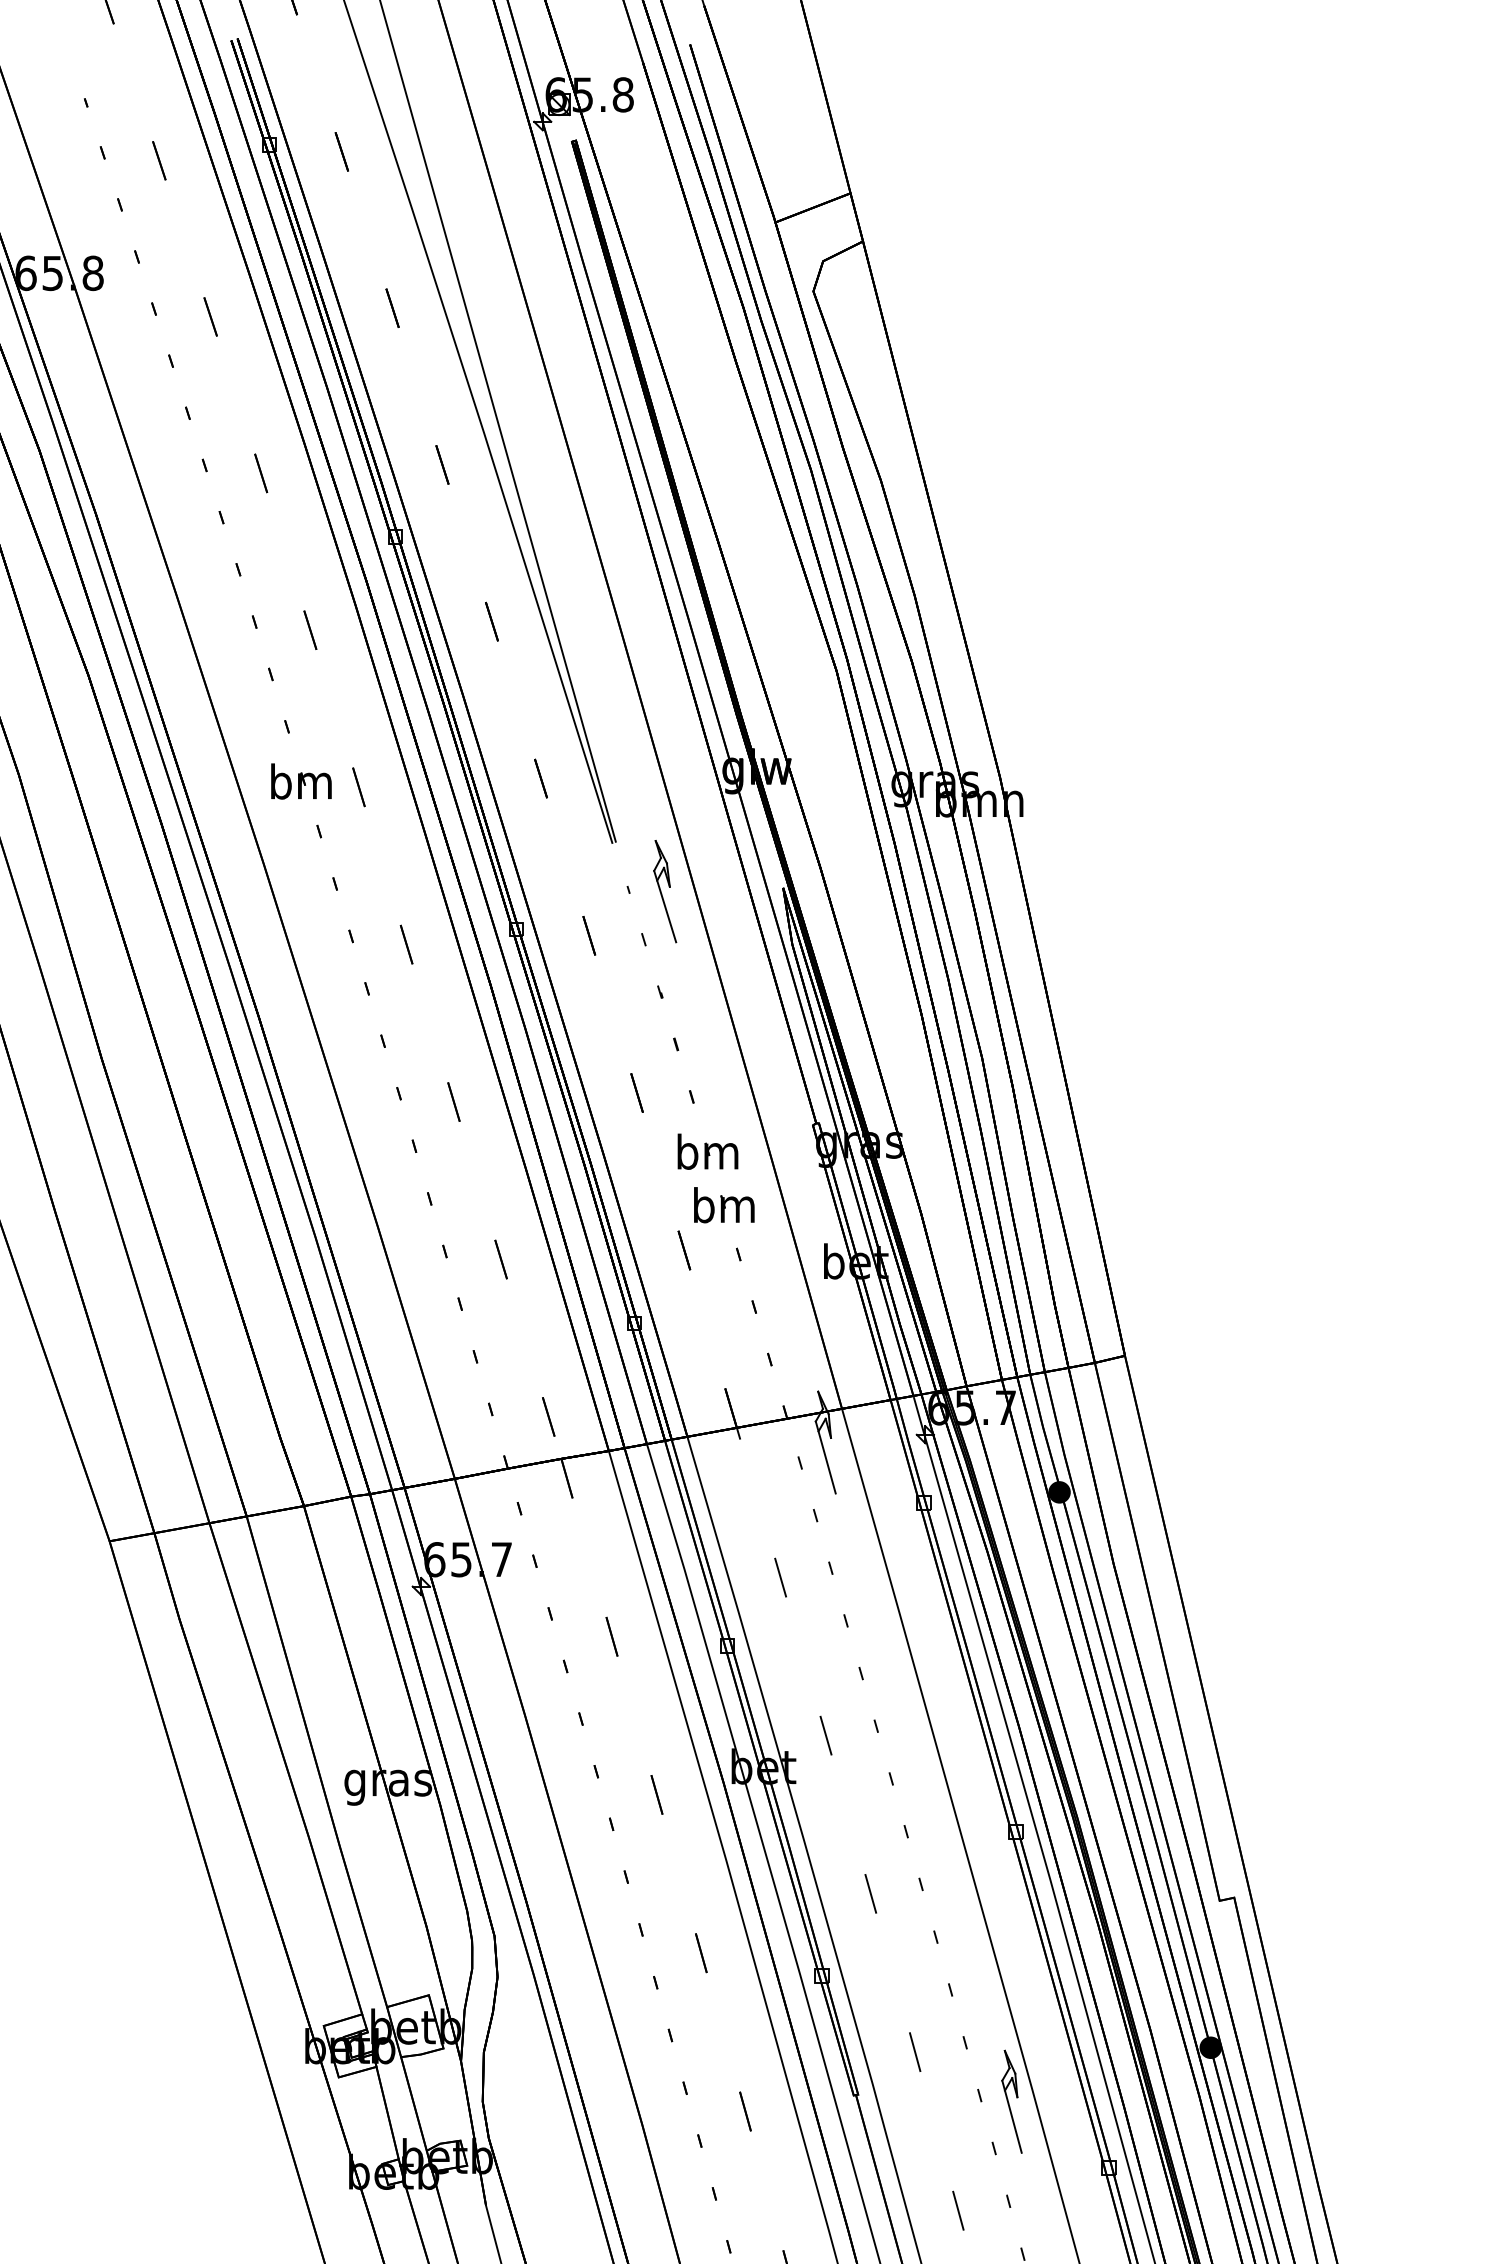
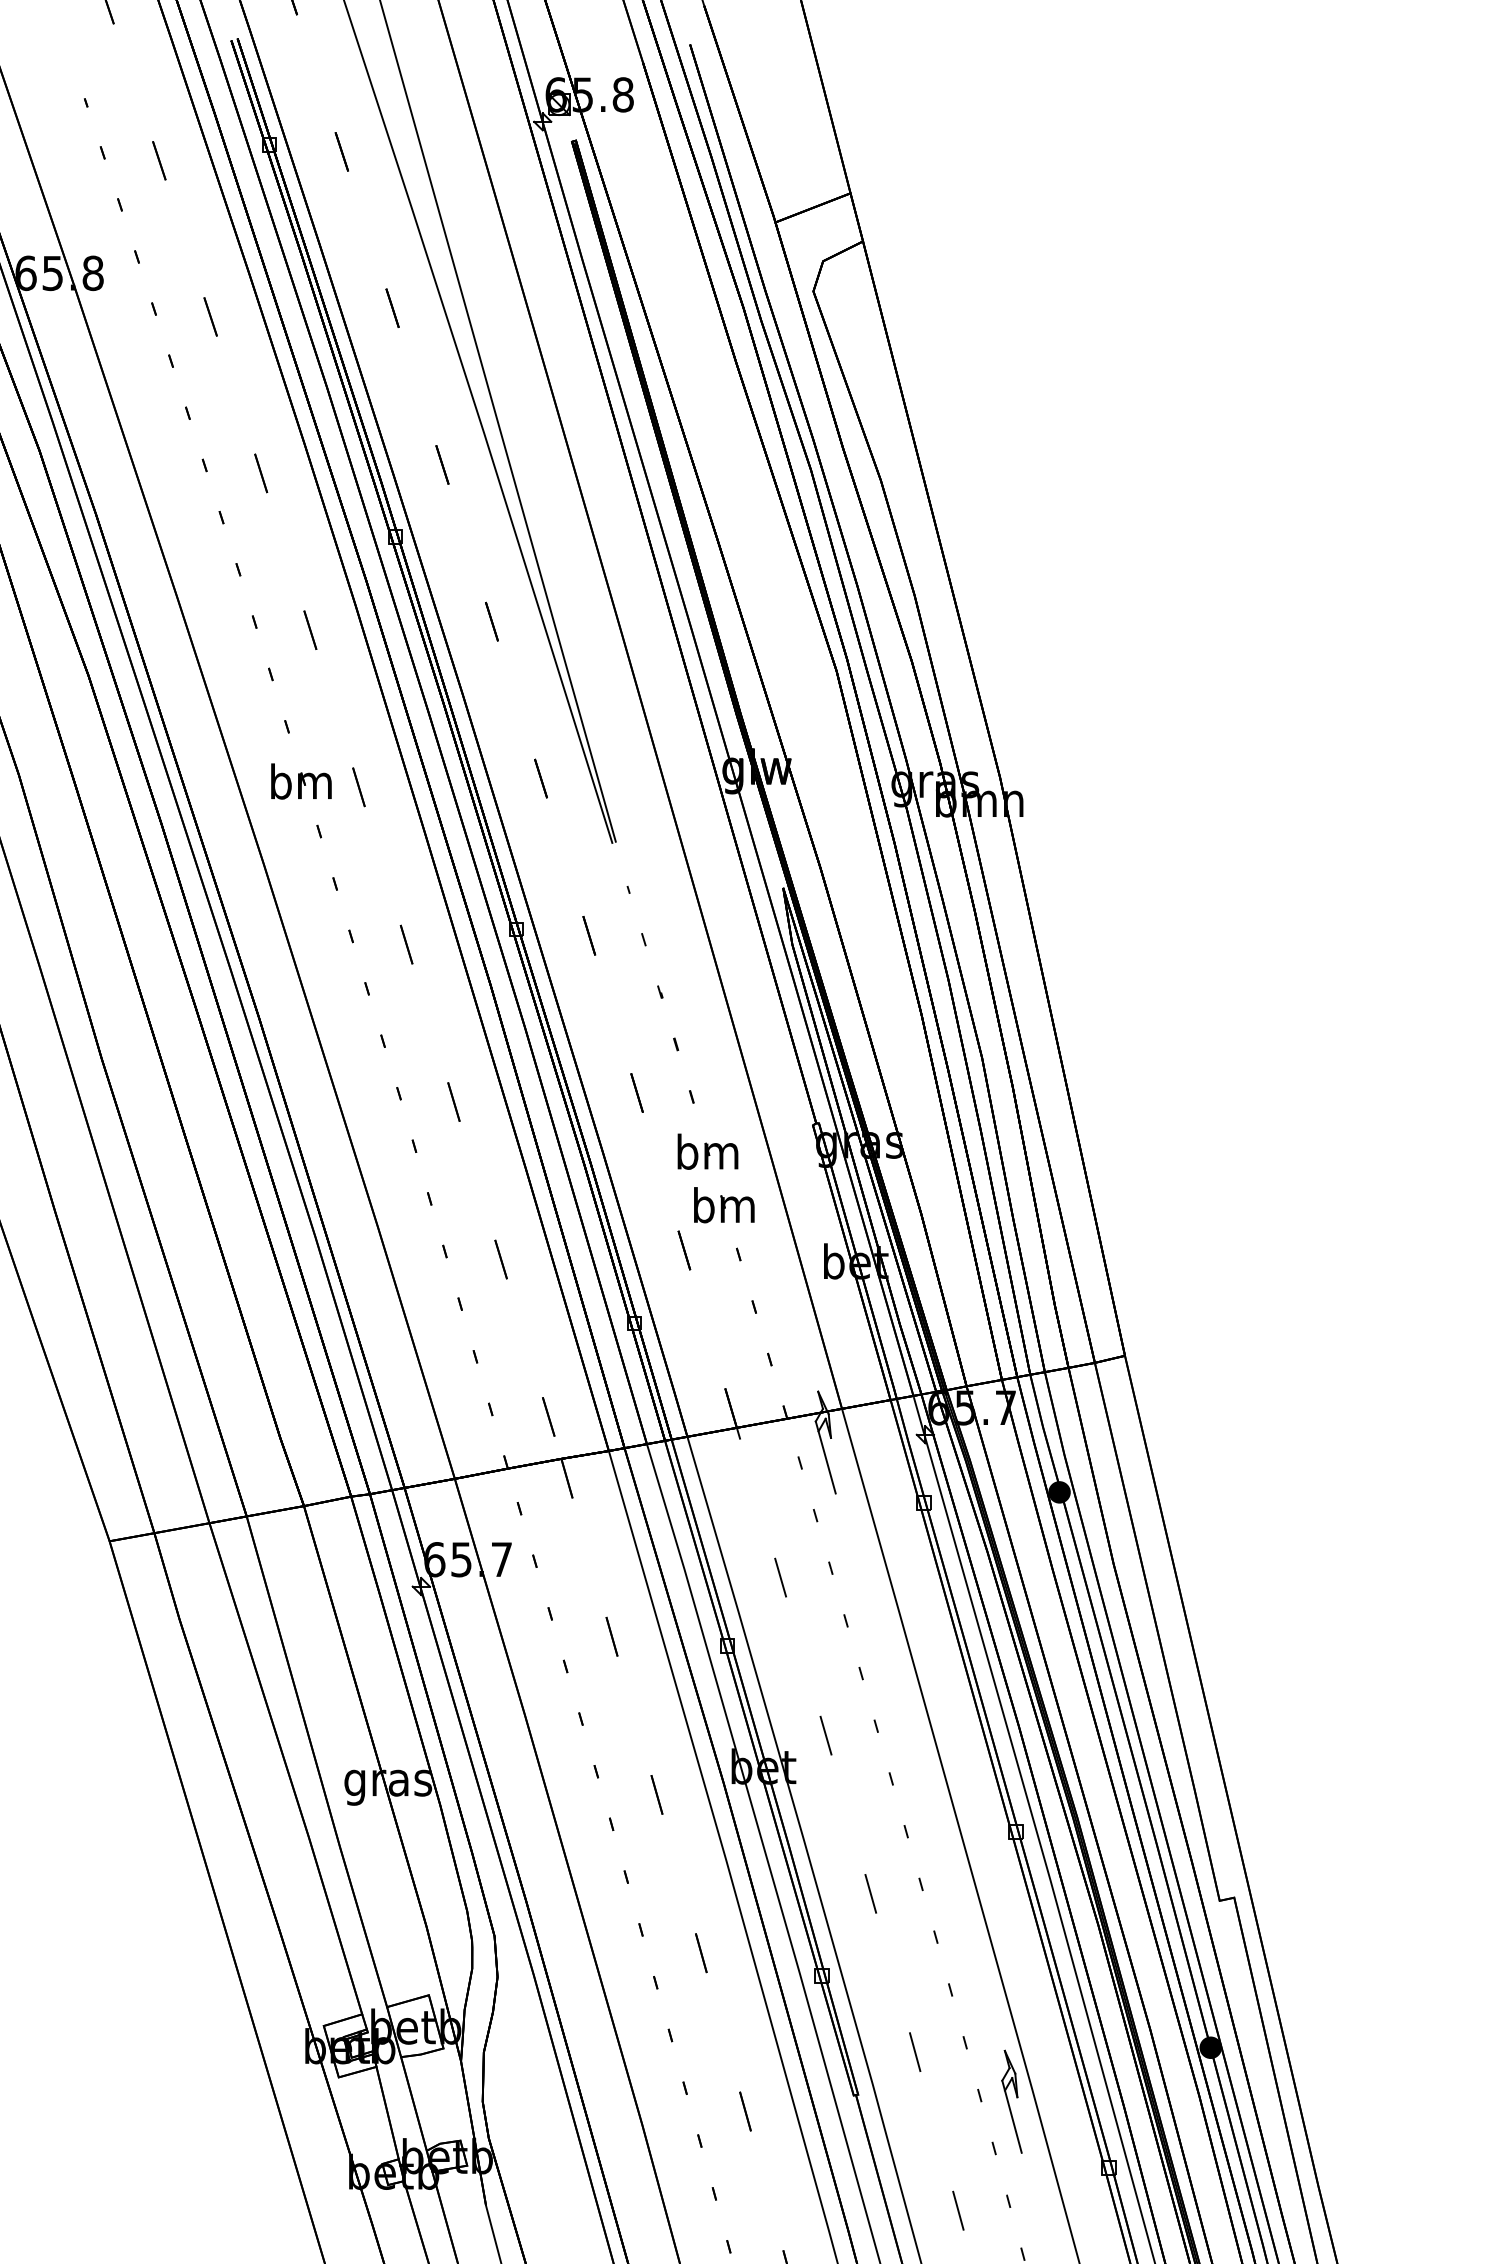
part at (665, 891): present -> none
